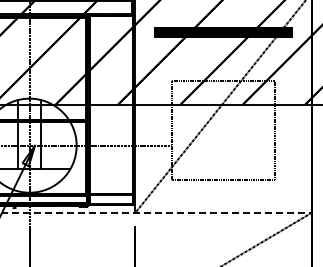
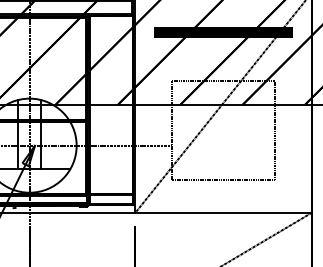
line at (155, 212): dashed -> solid
